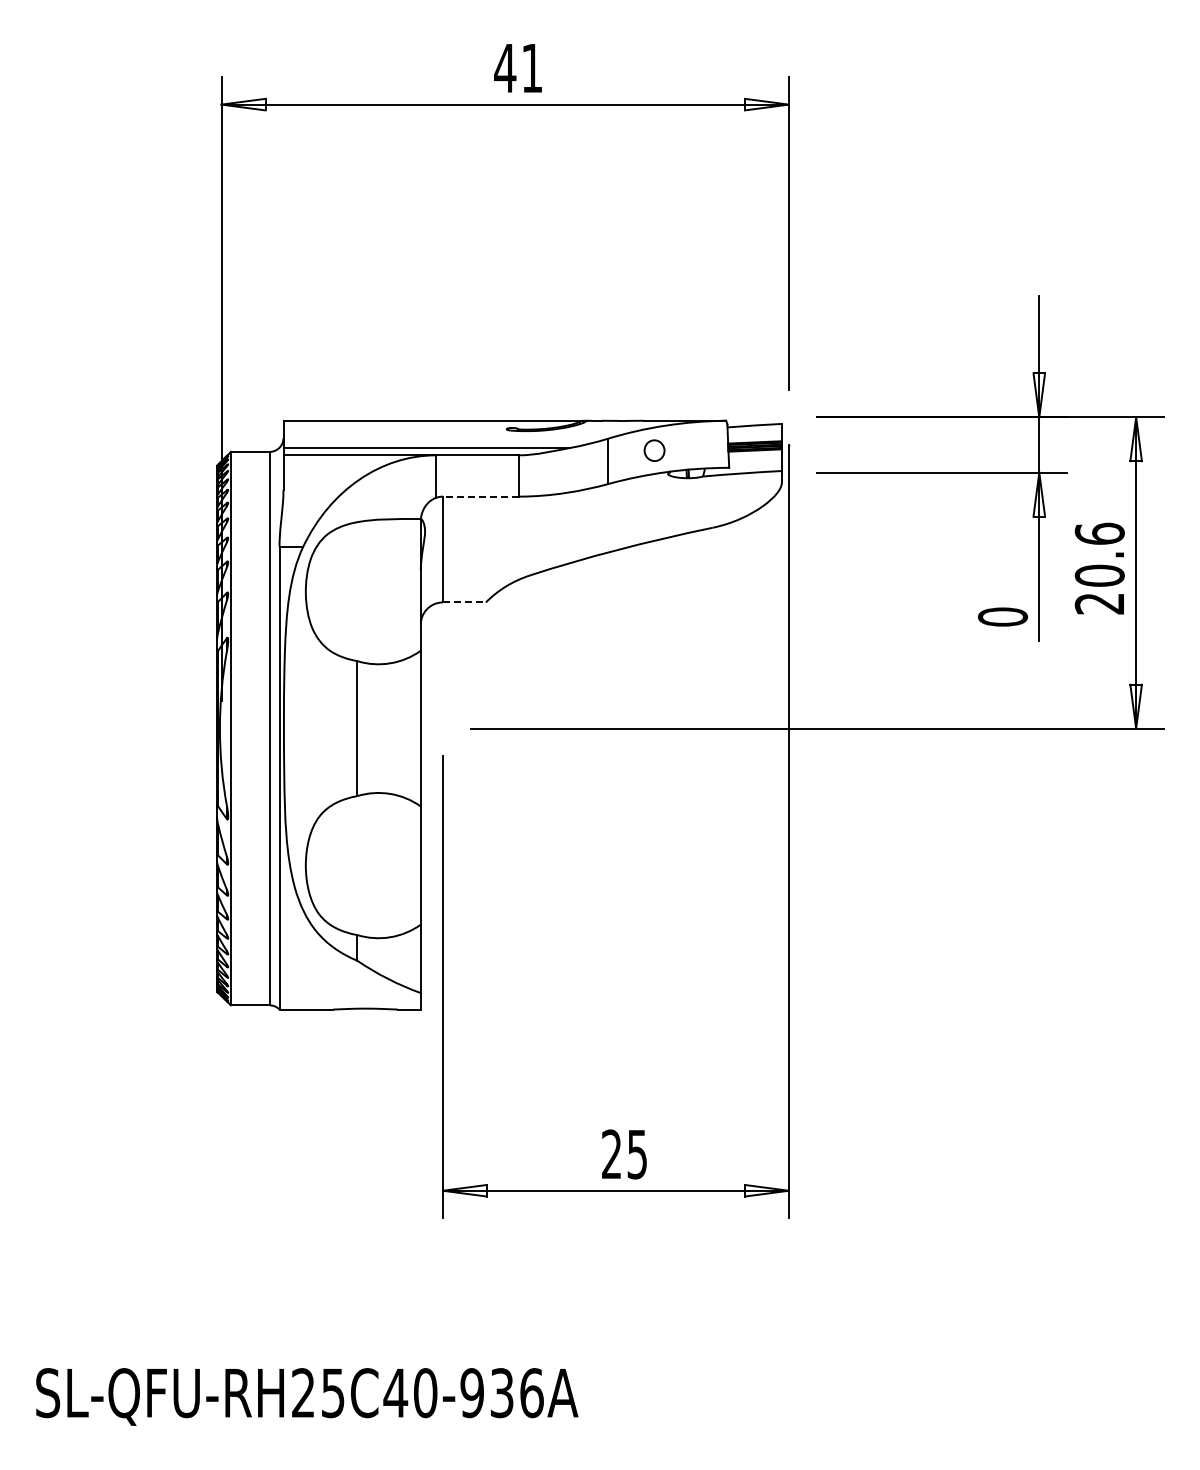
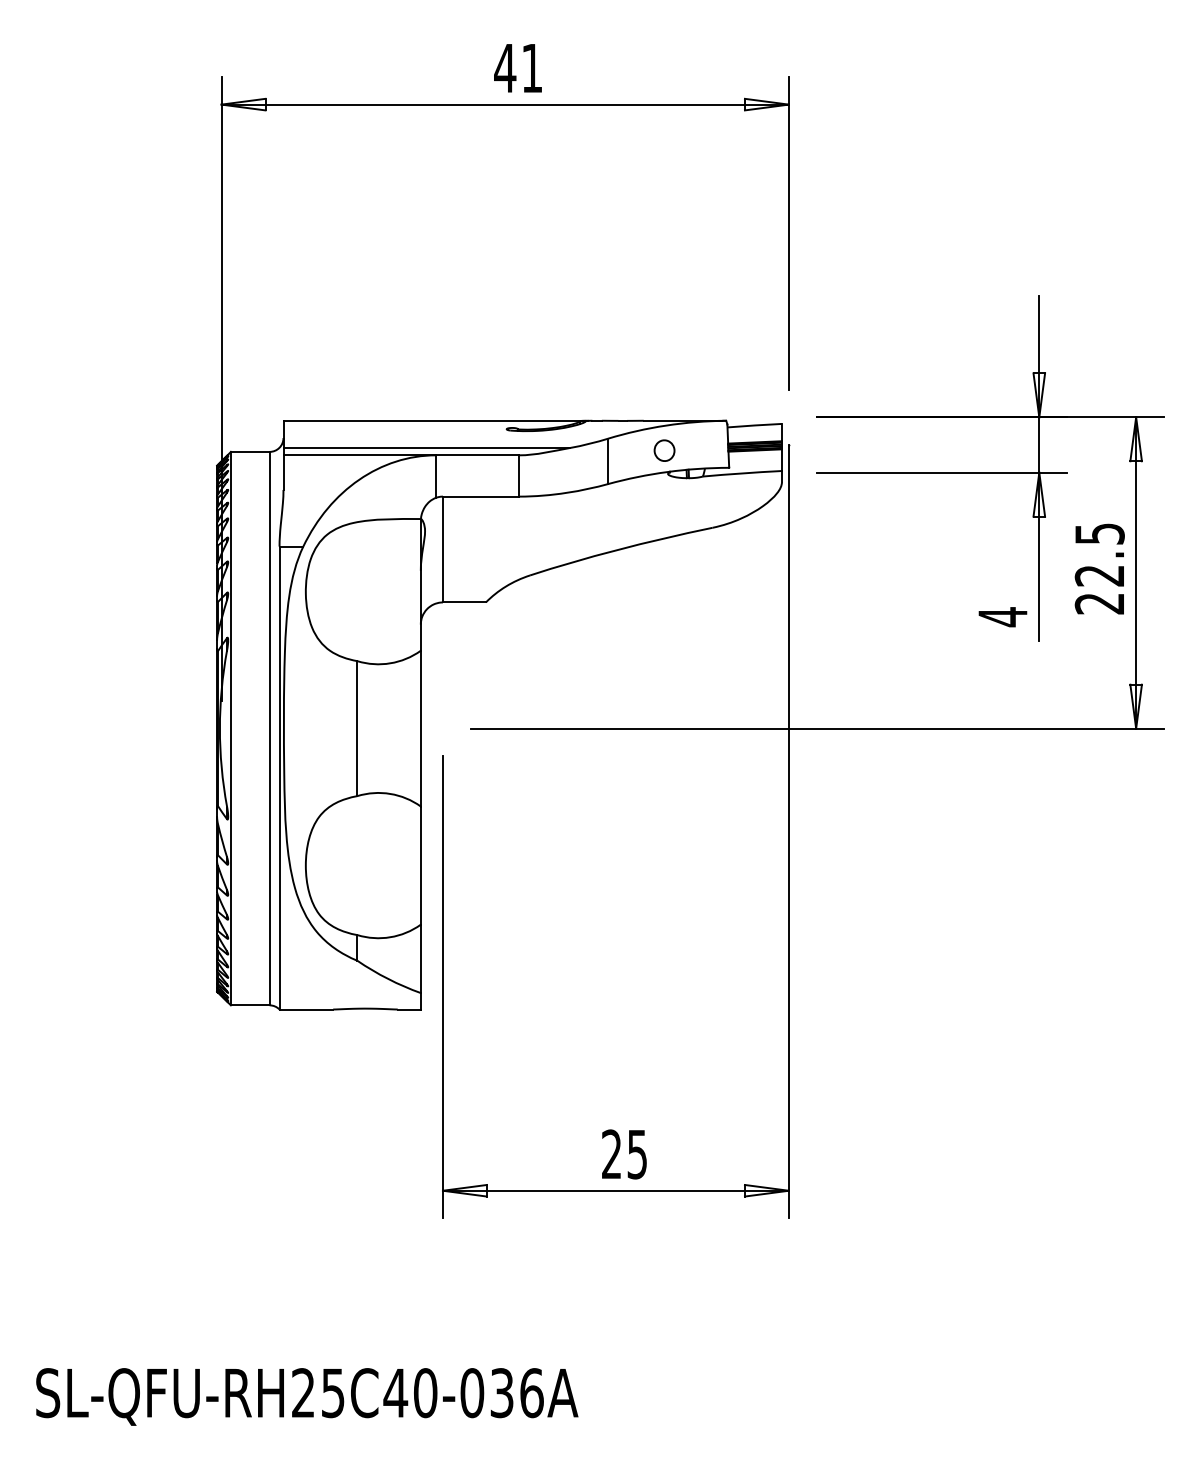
part at (654, 450) position: (654, 450) -> (664, 450)
line at (480, 496): dashed -> solid
text at (1099, 554): 20.6 -> 22.5
line at (464, 602): dashed -> solid
text at (1003, 617): 0 -> 4
text at (472, 1393): SL-QFU-RH25C40-936A -> SL-QFU-RH25C40-036A
